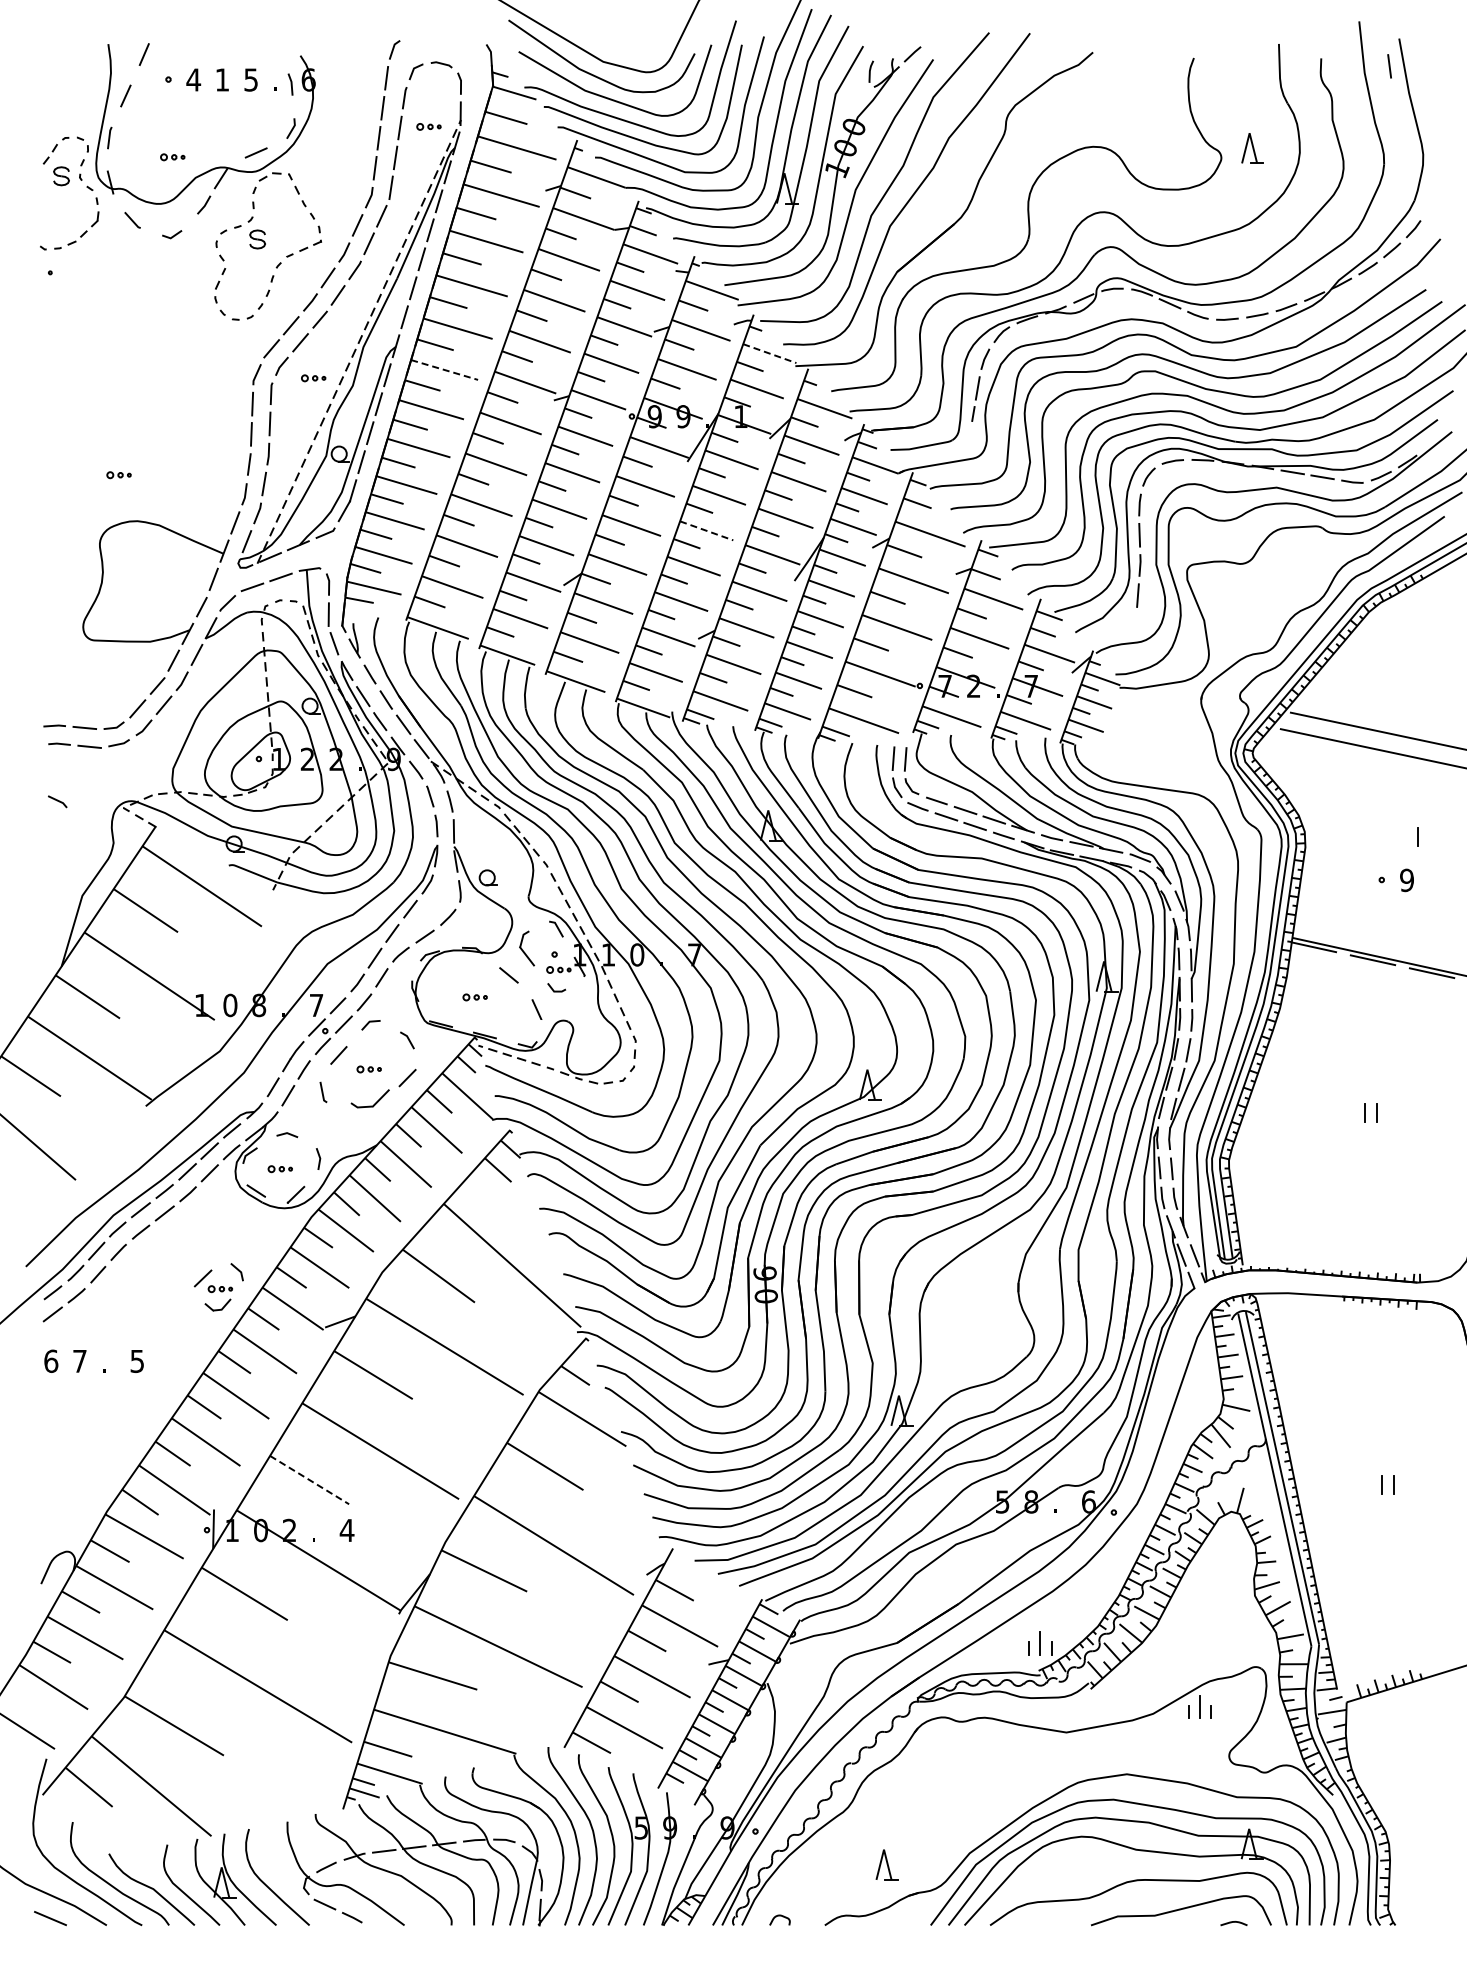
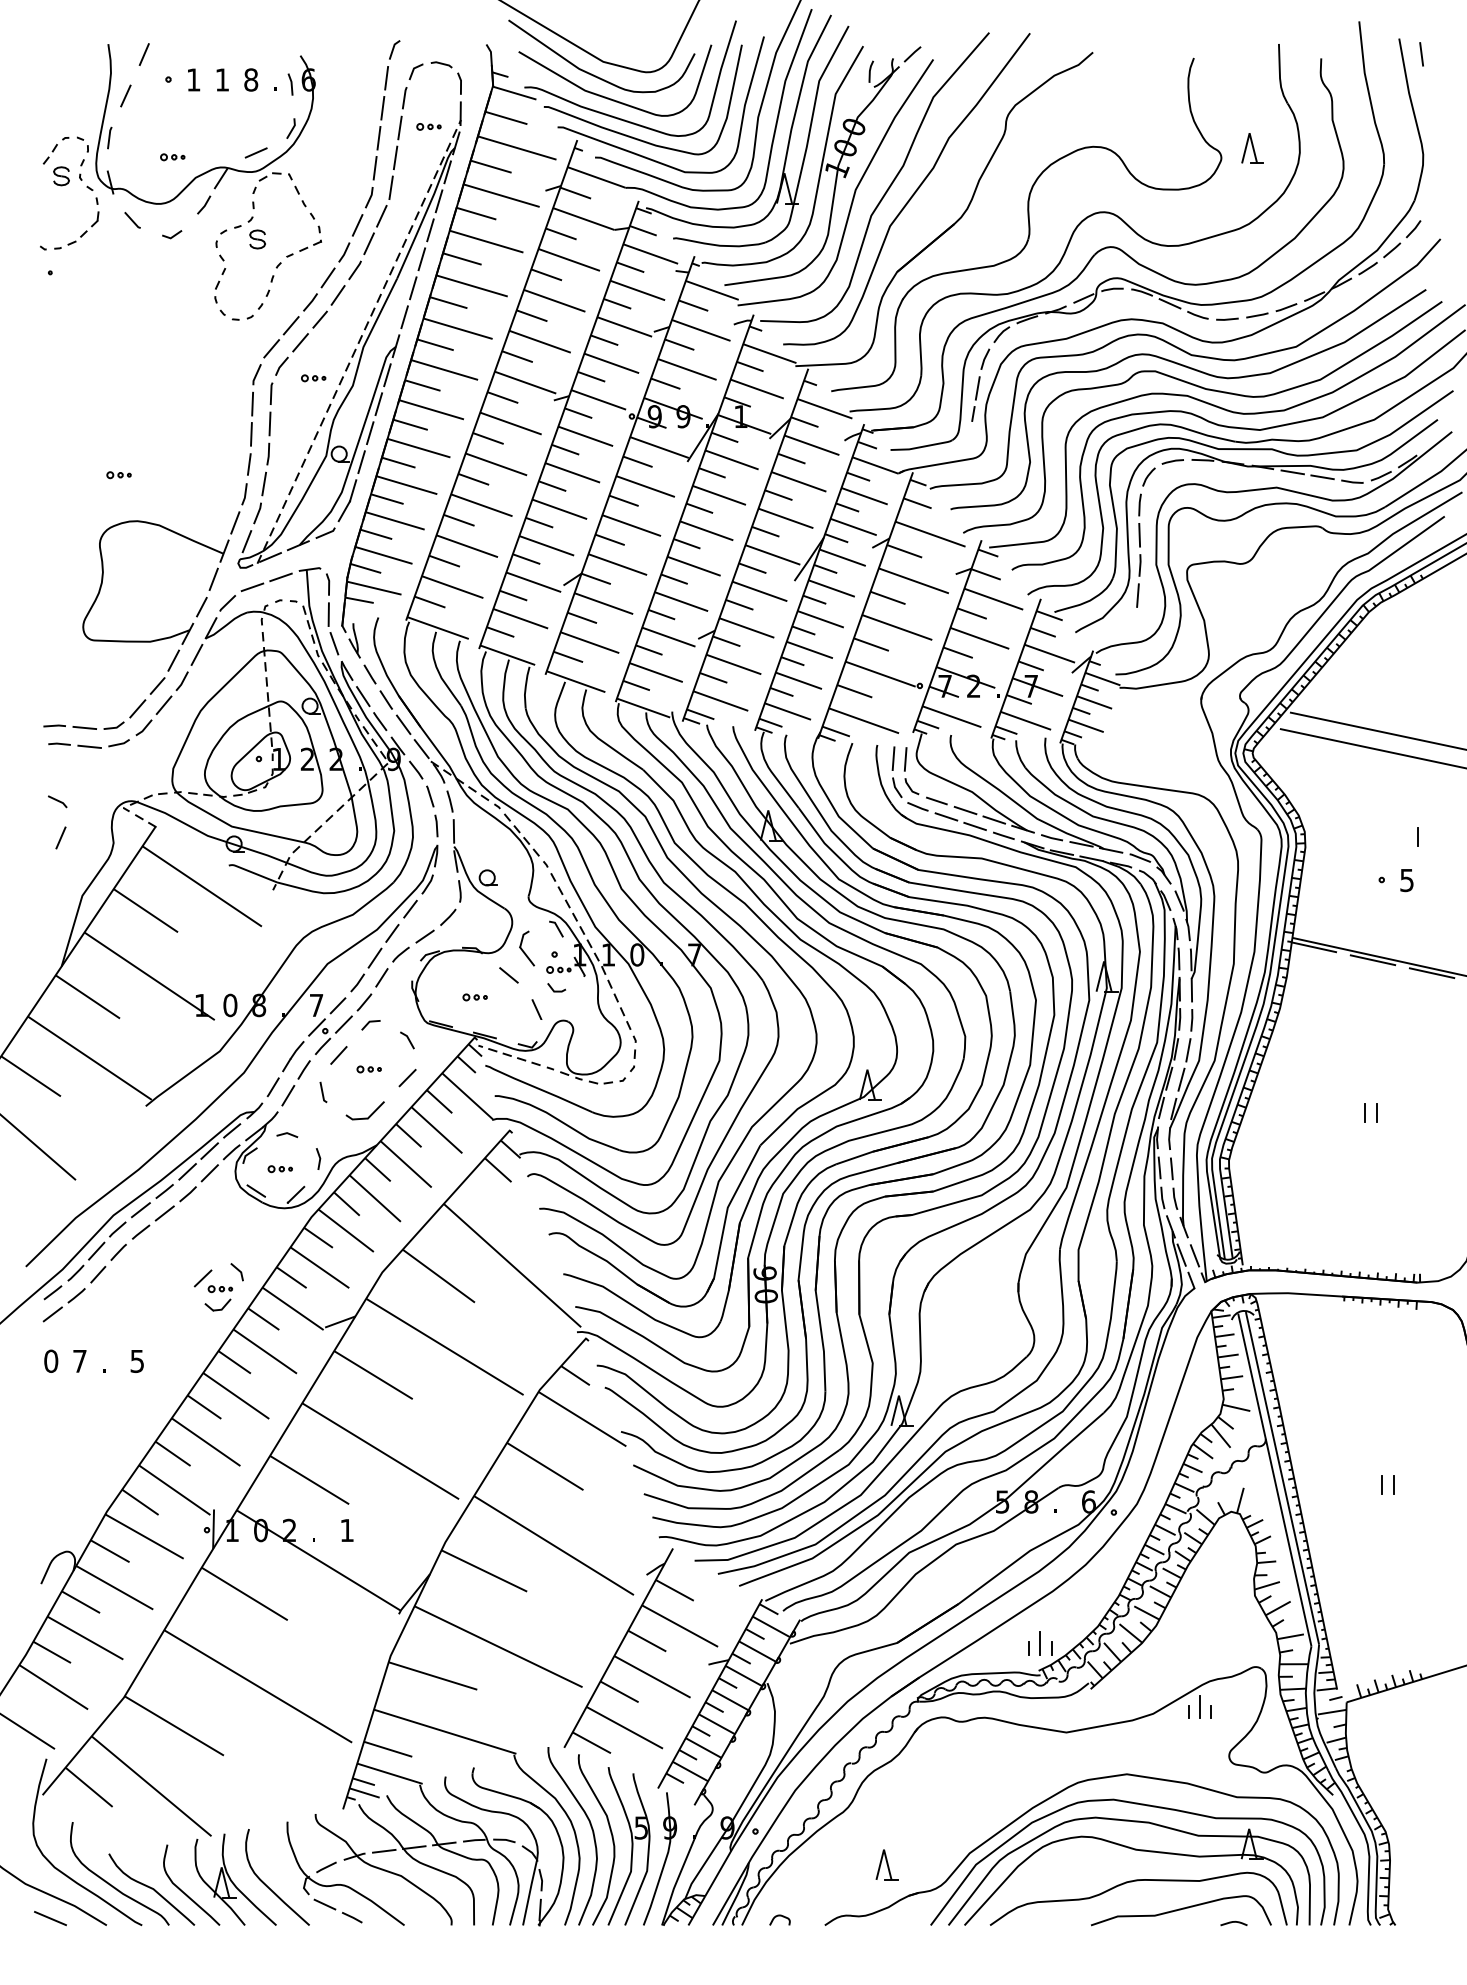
line at (1389, 66) position: (1389, 66) -> (1421, 54)
text at (193, 79): 4 -> 1
text at (251, 79): 5 -> 8
line at (770, 353): dashed -> solid
line at (444, 370): dashed -> solid
line at (707, 531): dashed -> solid
line at (60, 837): none -> present
text at (1406, 879): 9 -> 5
part at (369, 1105) position: (369, 1105) -> (364, 1117)
text at (51, 1360): 6 -> 0
line at (310, 1480): dashed -> solid
text at (346, 1530): 4 -> 1
